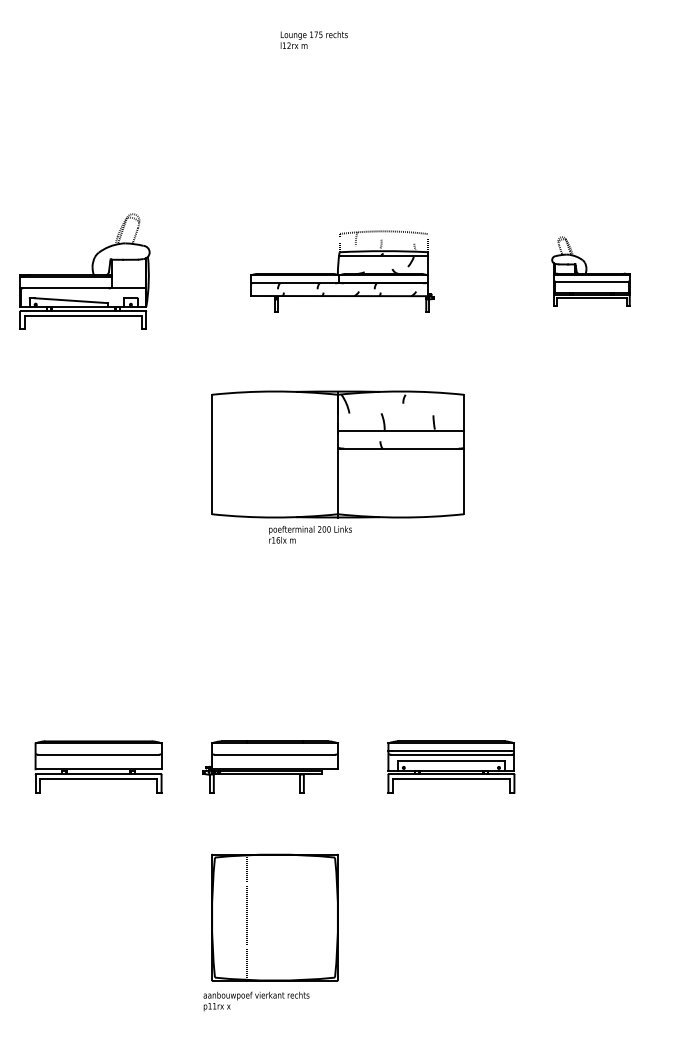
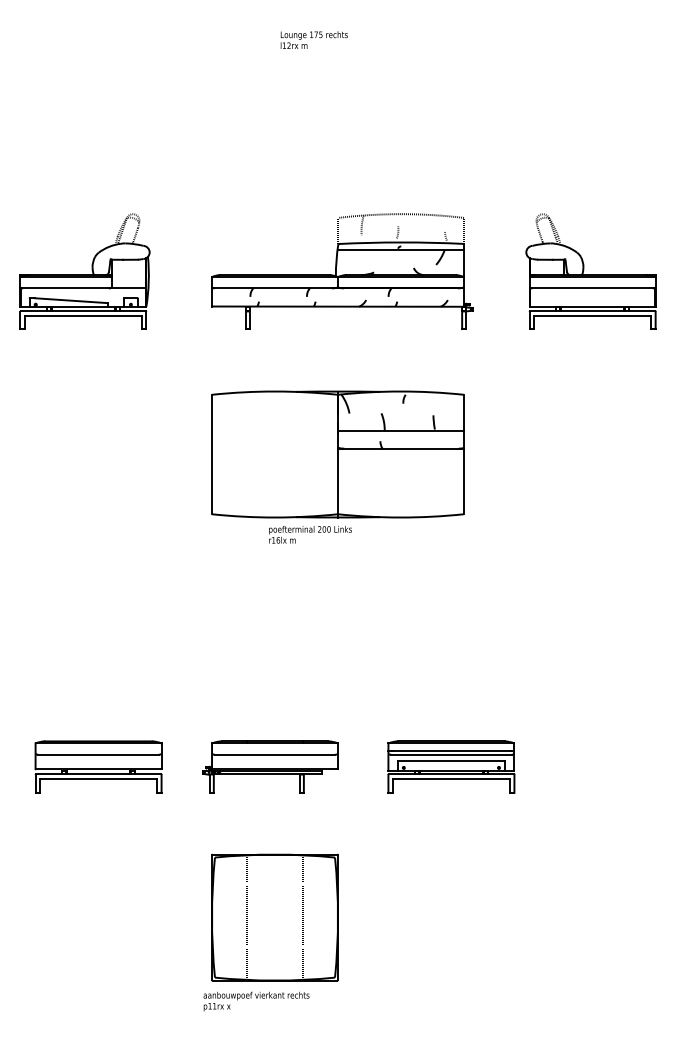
part at (342, 271) size: 185x83 px -> 263x117 px
part at (590, 271) size: 80x71 px -> 132x117 px
line at (303, 917): none -> present
